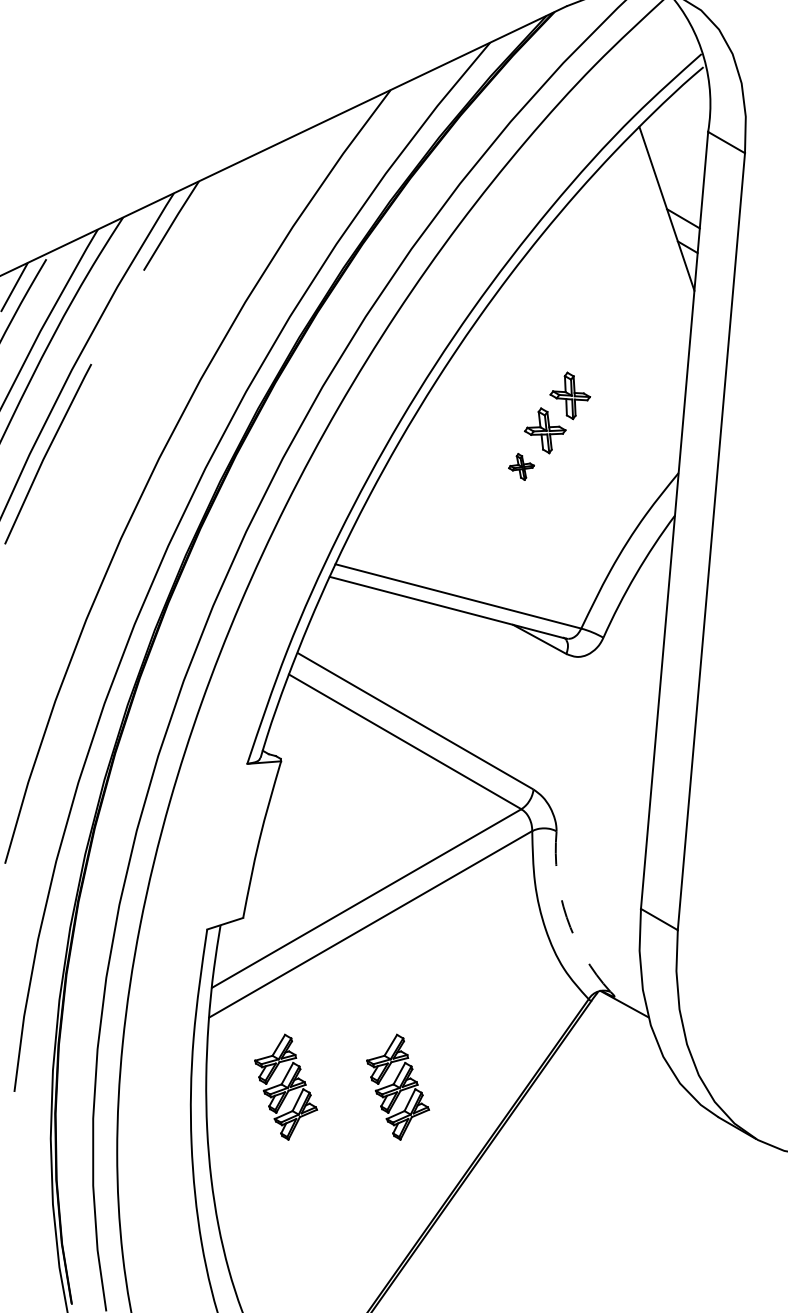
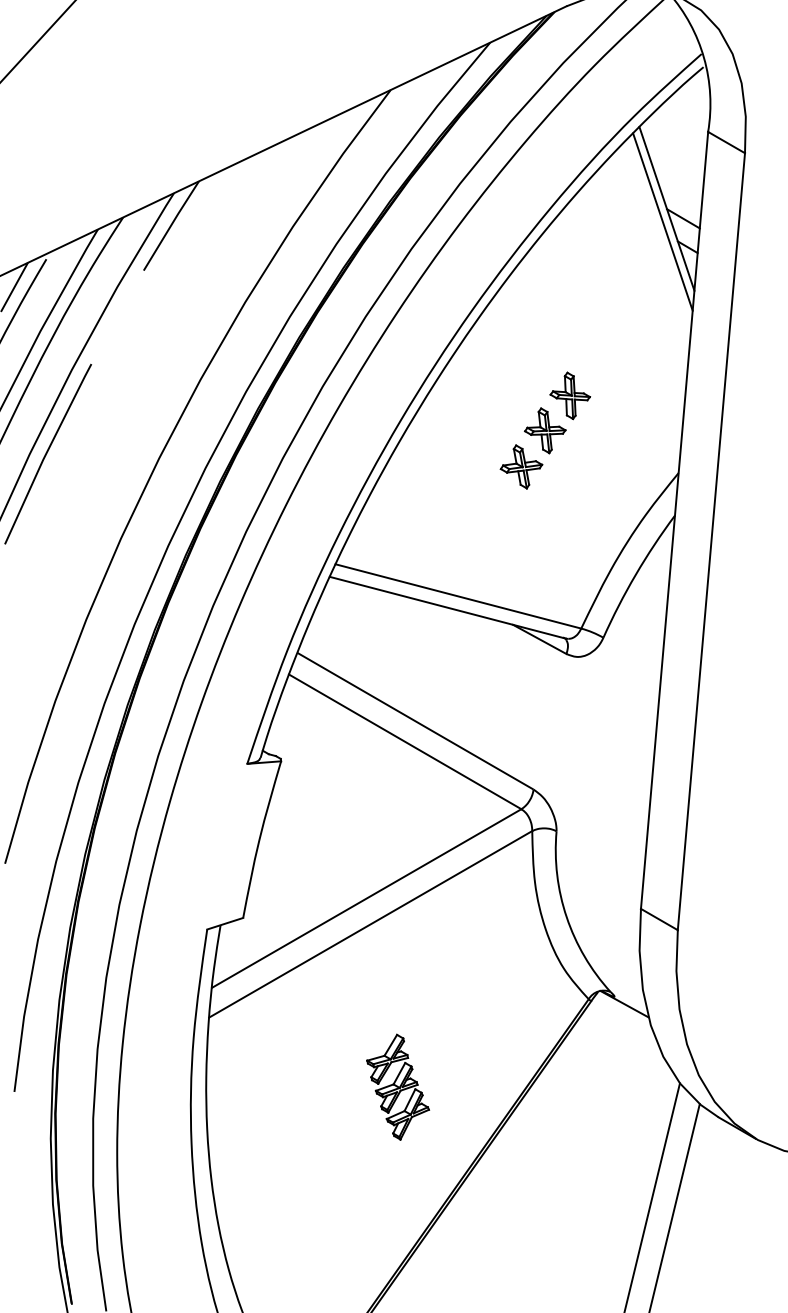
line at (37, 41): none -> present
line at (662, 221): none -> present
part at (521, 466) size: 27x28 px -> 45x46 px
arc at (566, 917): dashed -> solid
part at (286, 1086): present -> none
line at (652, 1196): none -> present
line at (674, 1206): none -> present
